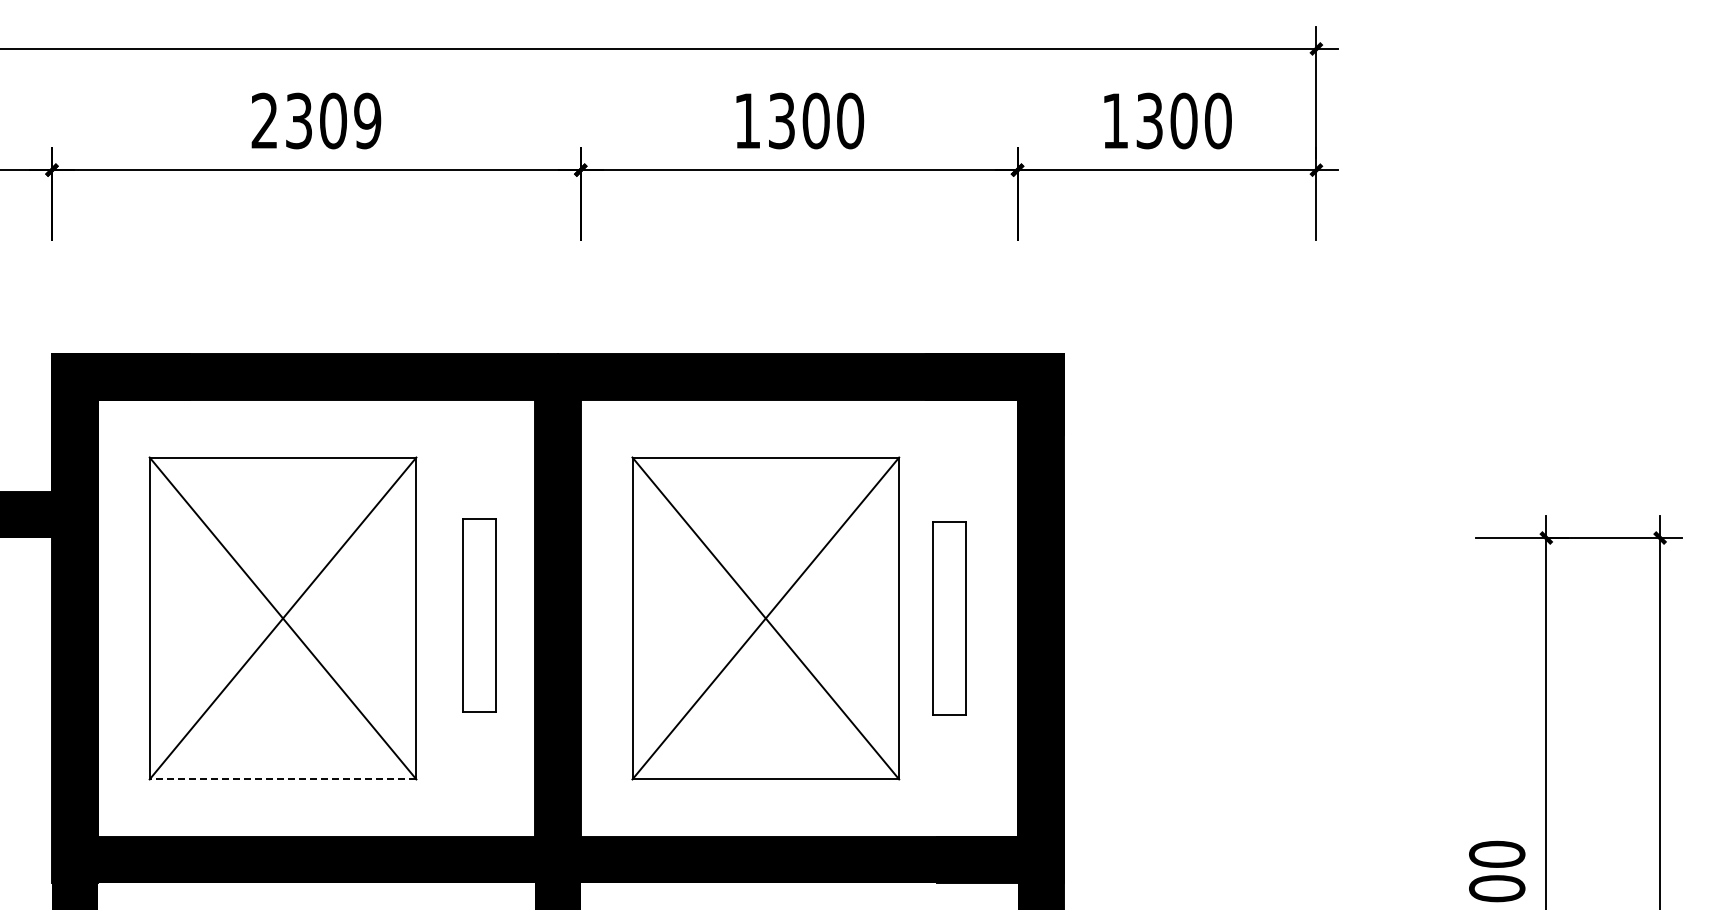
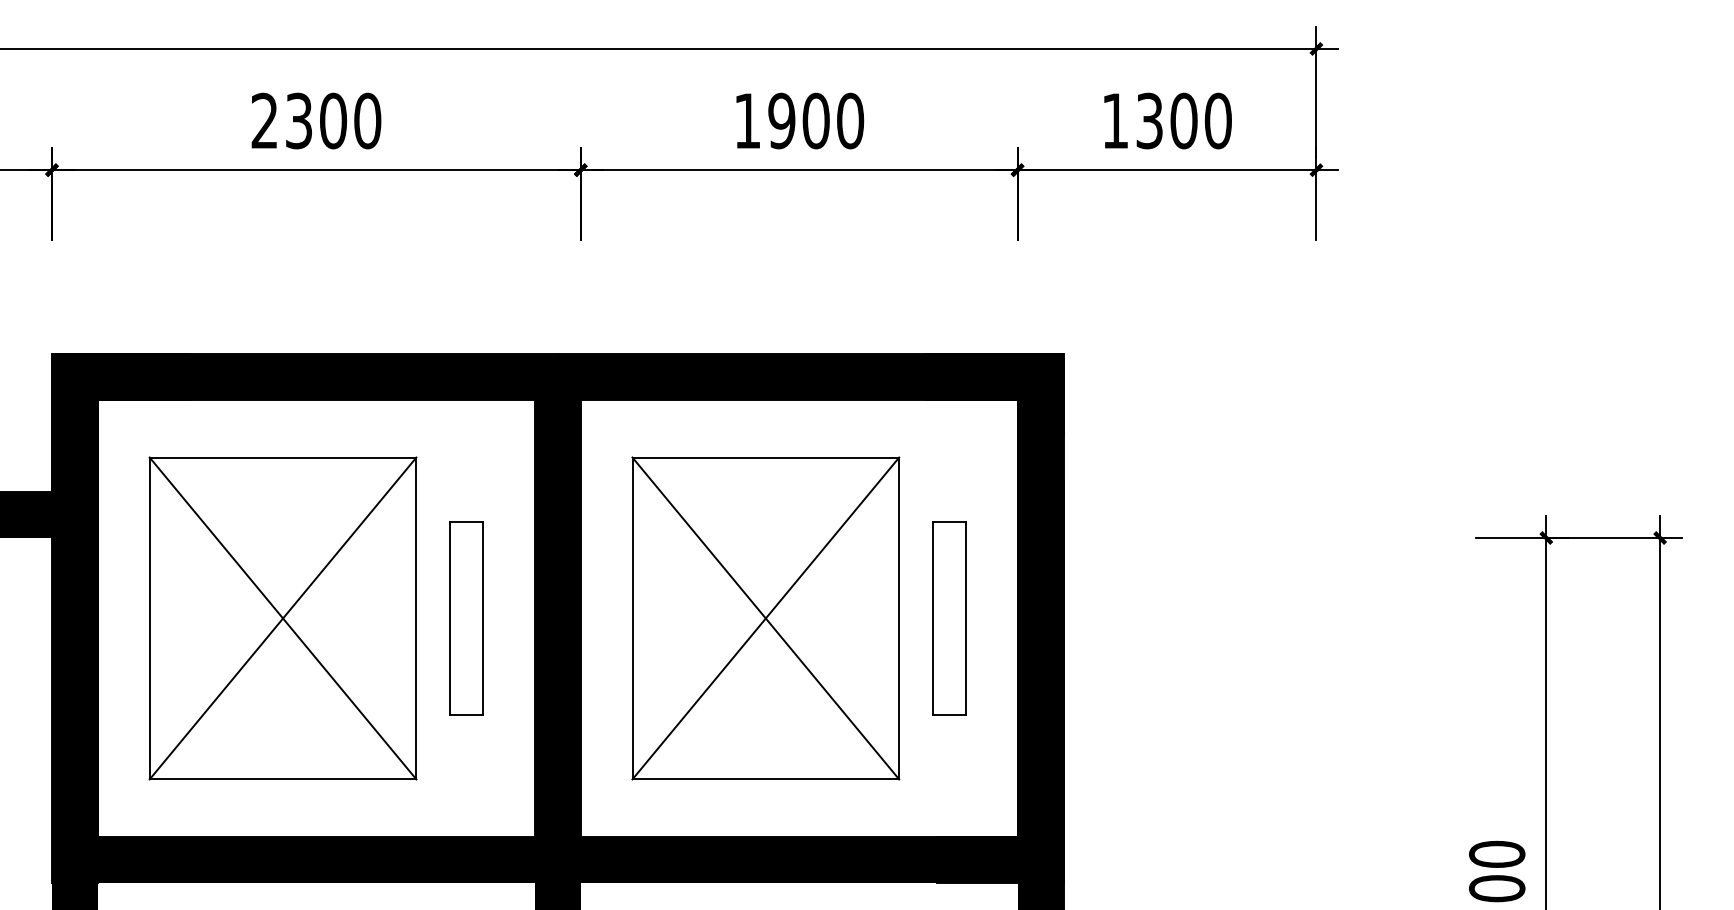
text at (367, 120): 2309 -> 2300
text at (781, 120): 1300 -> 1900
part at (479, 615) position: (479, 615) -> (466, 618)
line at (282, 779): dashed -> solid
